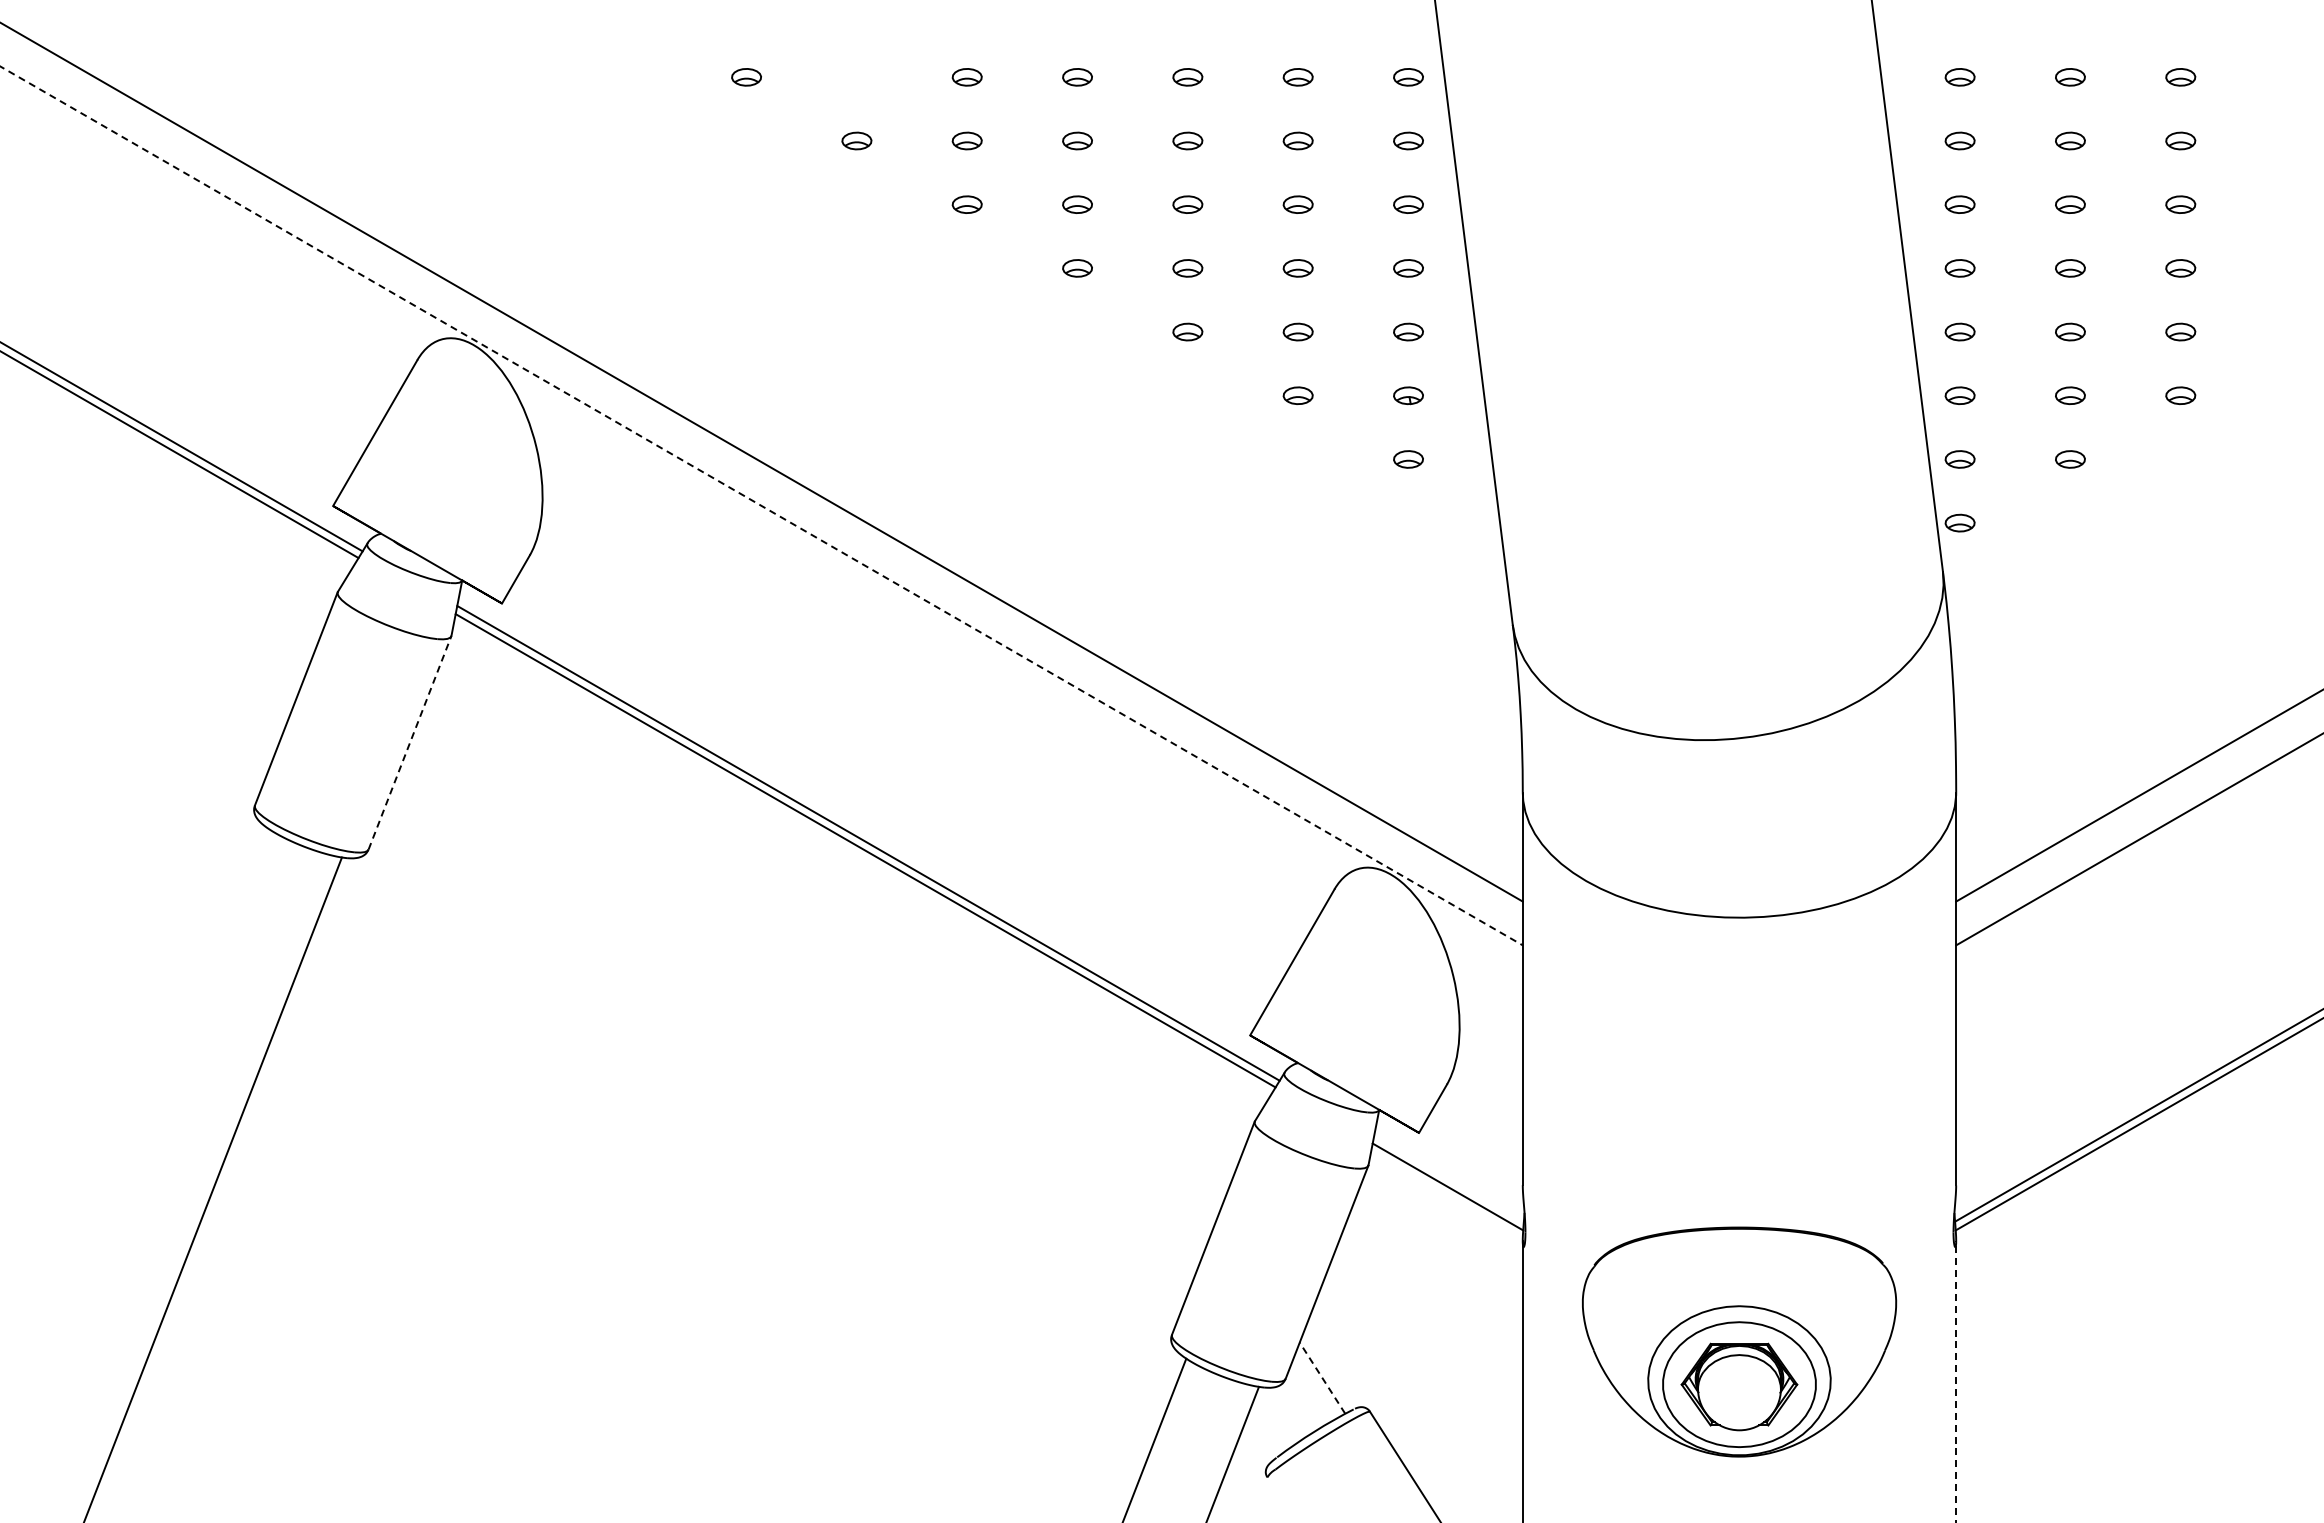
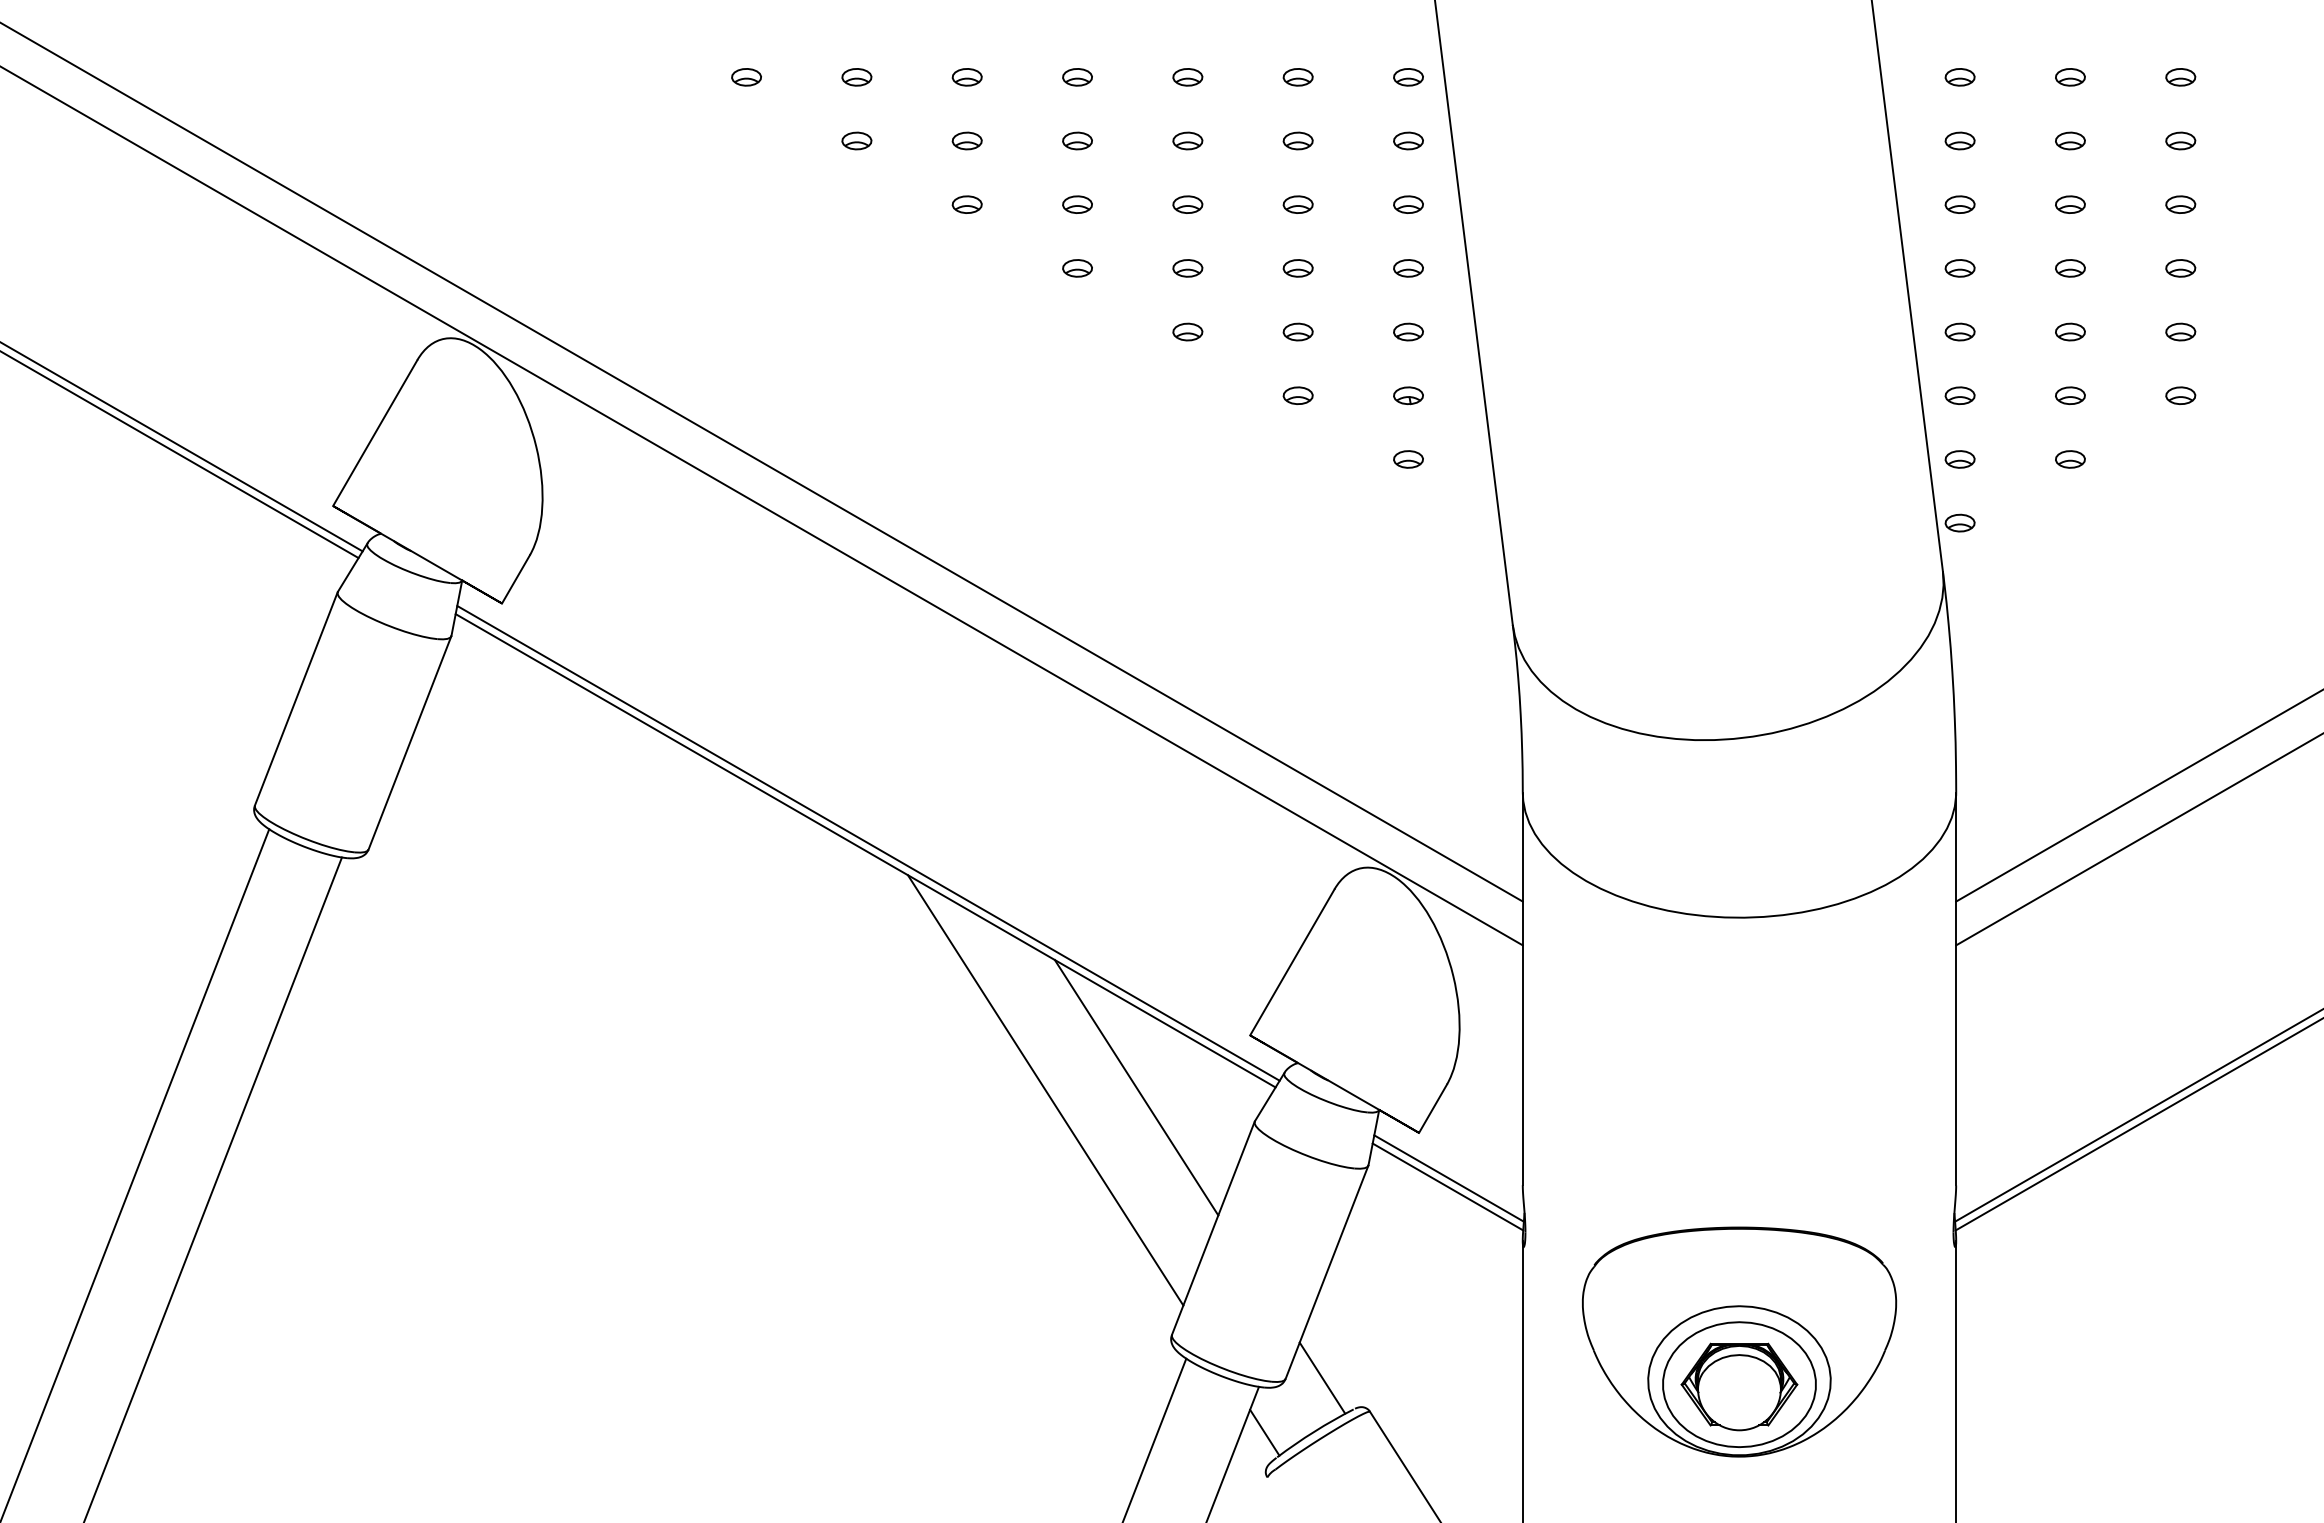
part at (856, 77): none -> present
line at (761, 505): dashed -> solid
line at (410, 742): dashed -> solid
line at (1136, 1087): none -> present
line at (1045, 1090): none -> present
line at (135, 1173): none -> present
line at (1448, 1178): none -> present
line at (1322, 1377): dashed -> solid
line at (1956, 1381): dashed -> solid
line at (1264, 1432): none -> present
